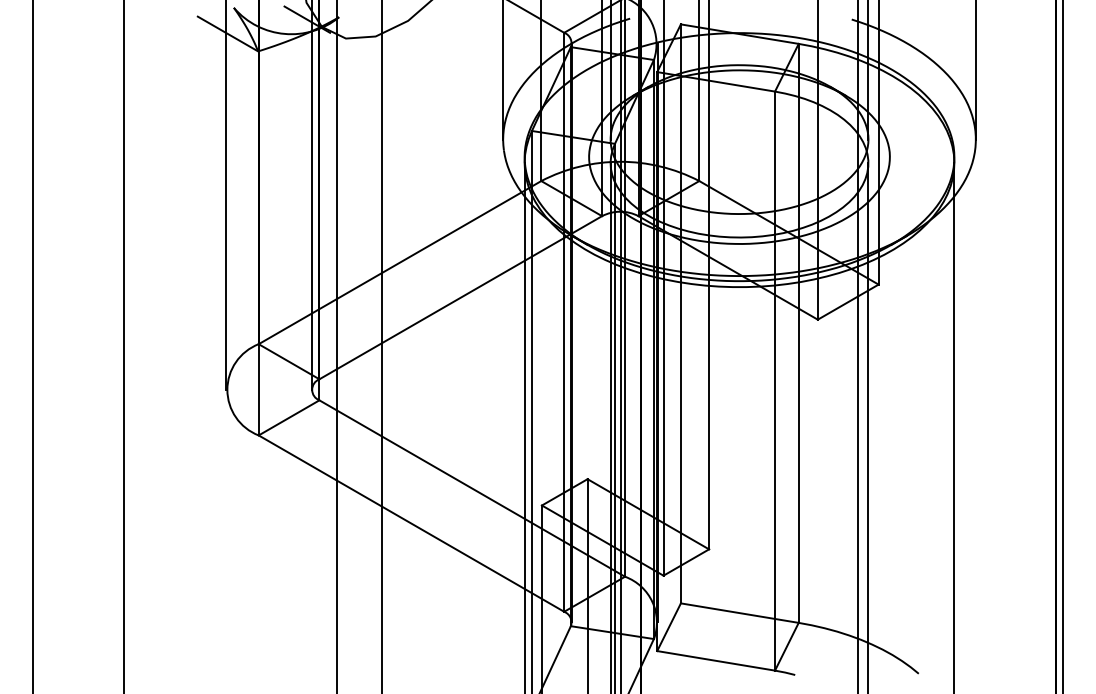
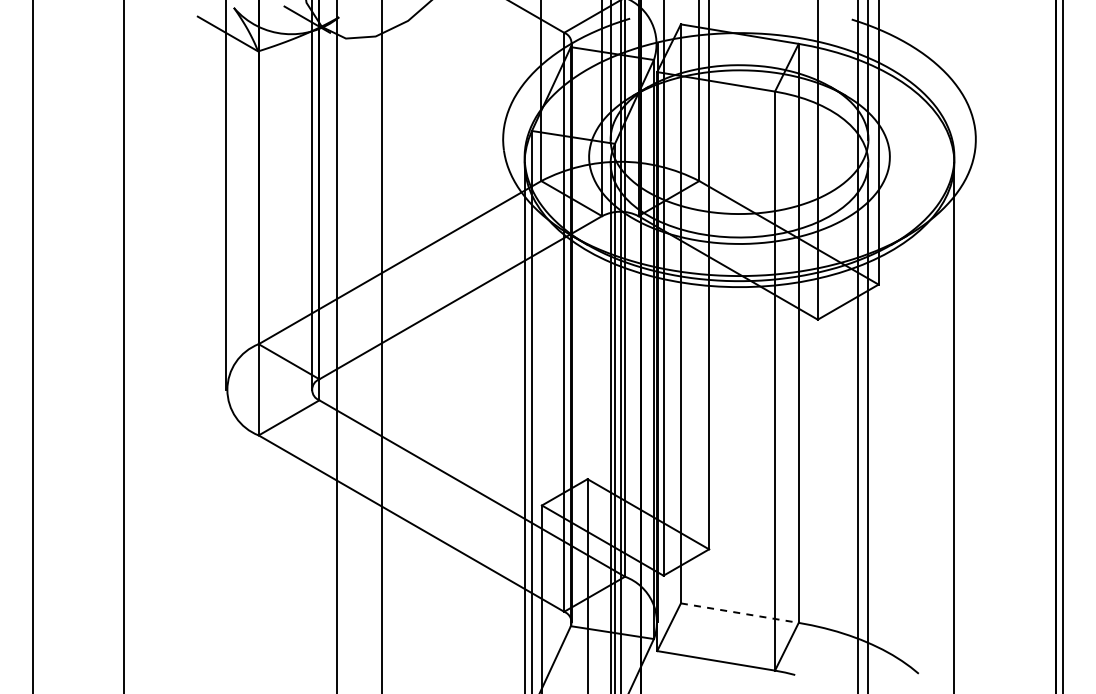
line at (503, 70): present -> none
line at (975, 70): present -> none
line at (739, 613): solid -> dashed
